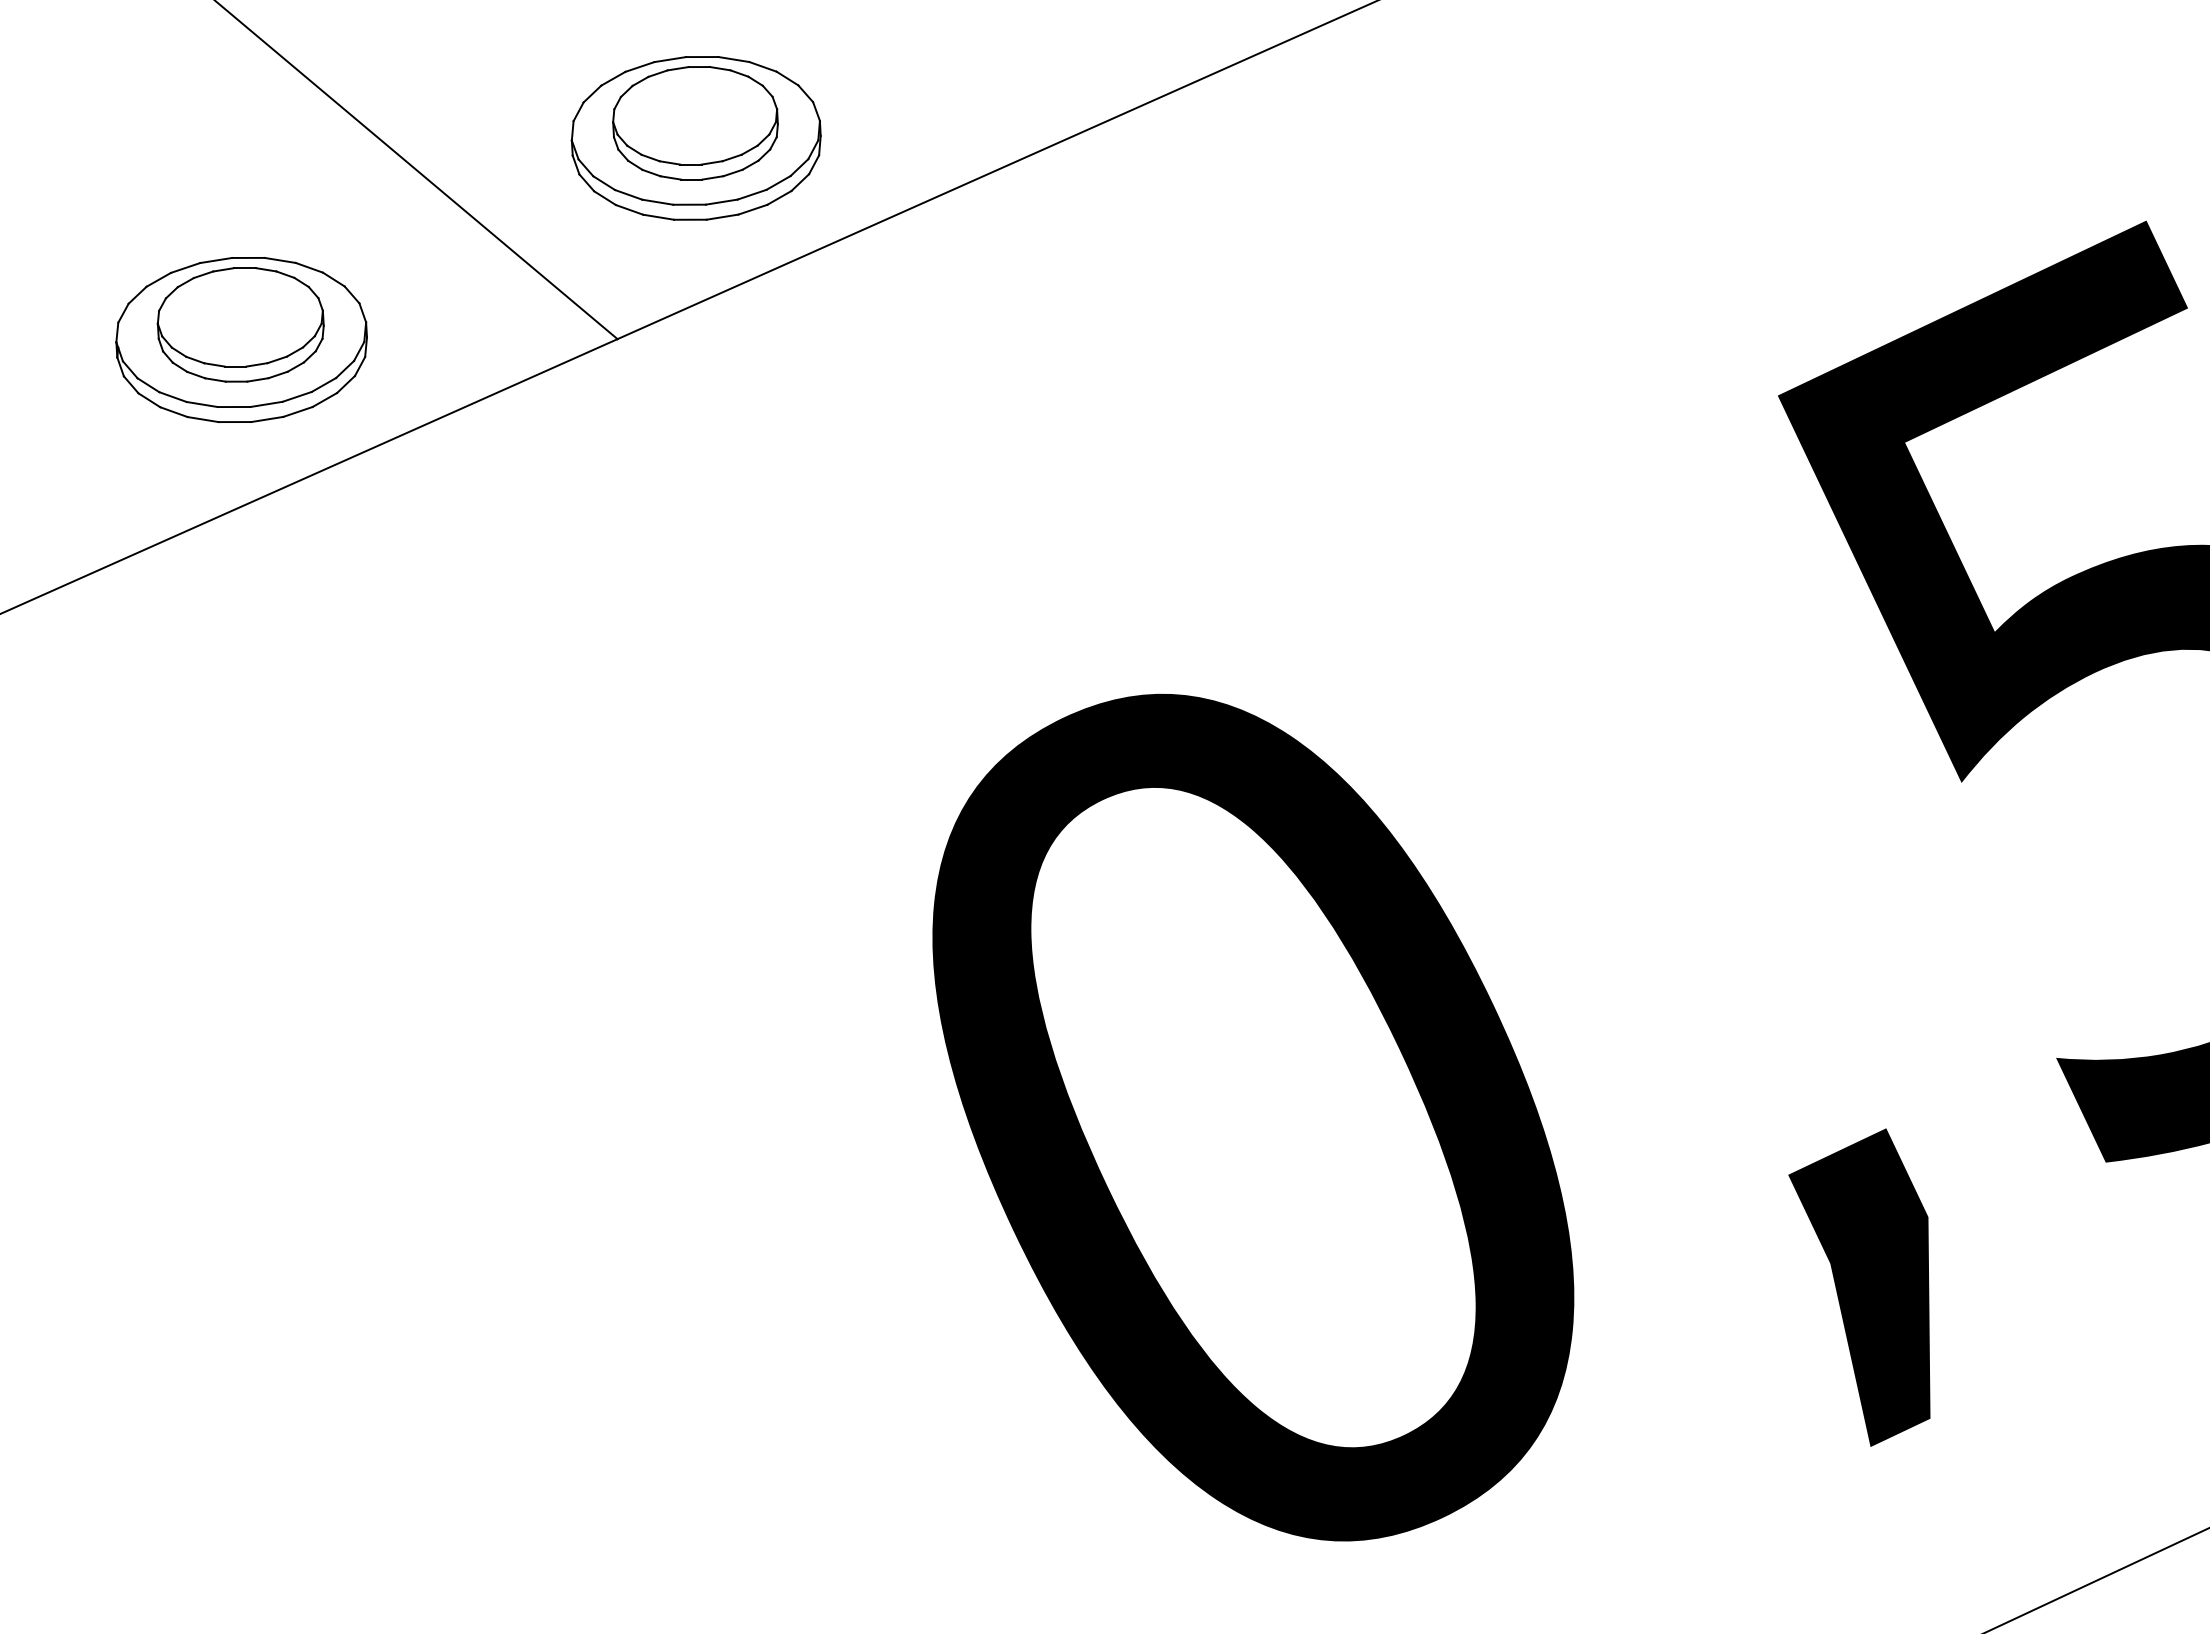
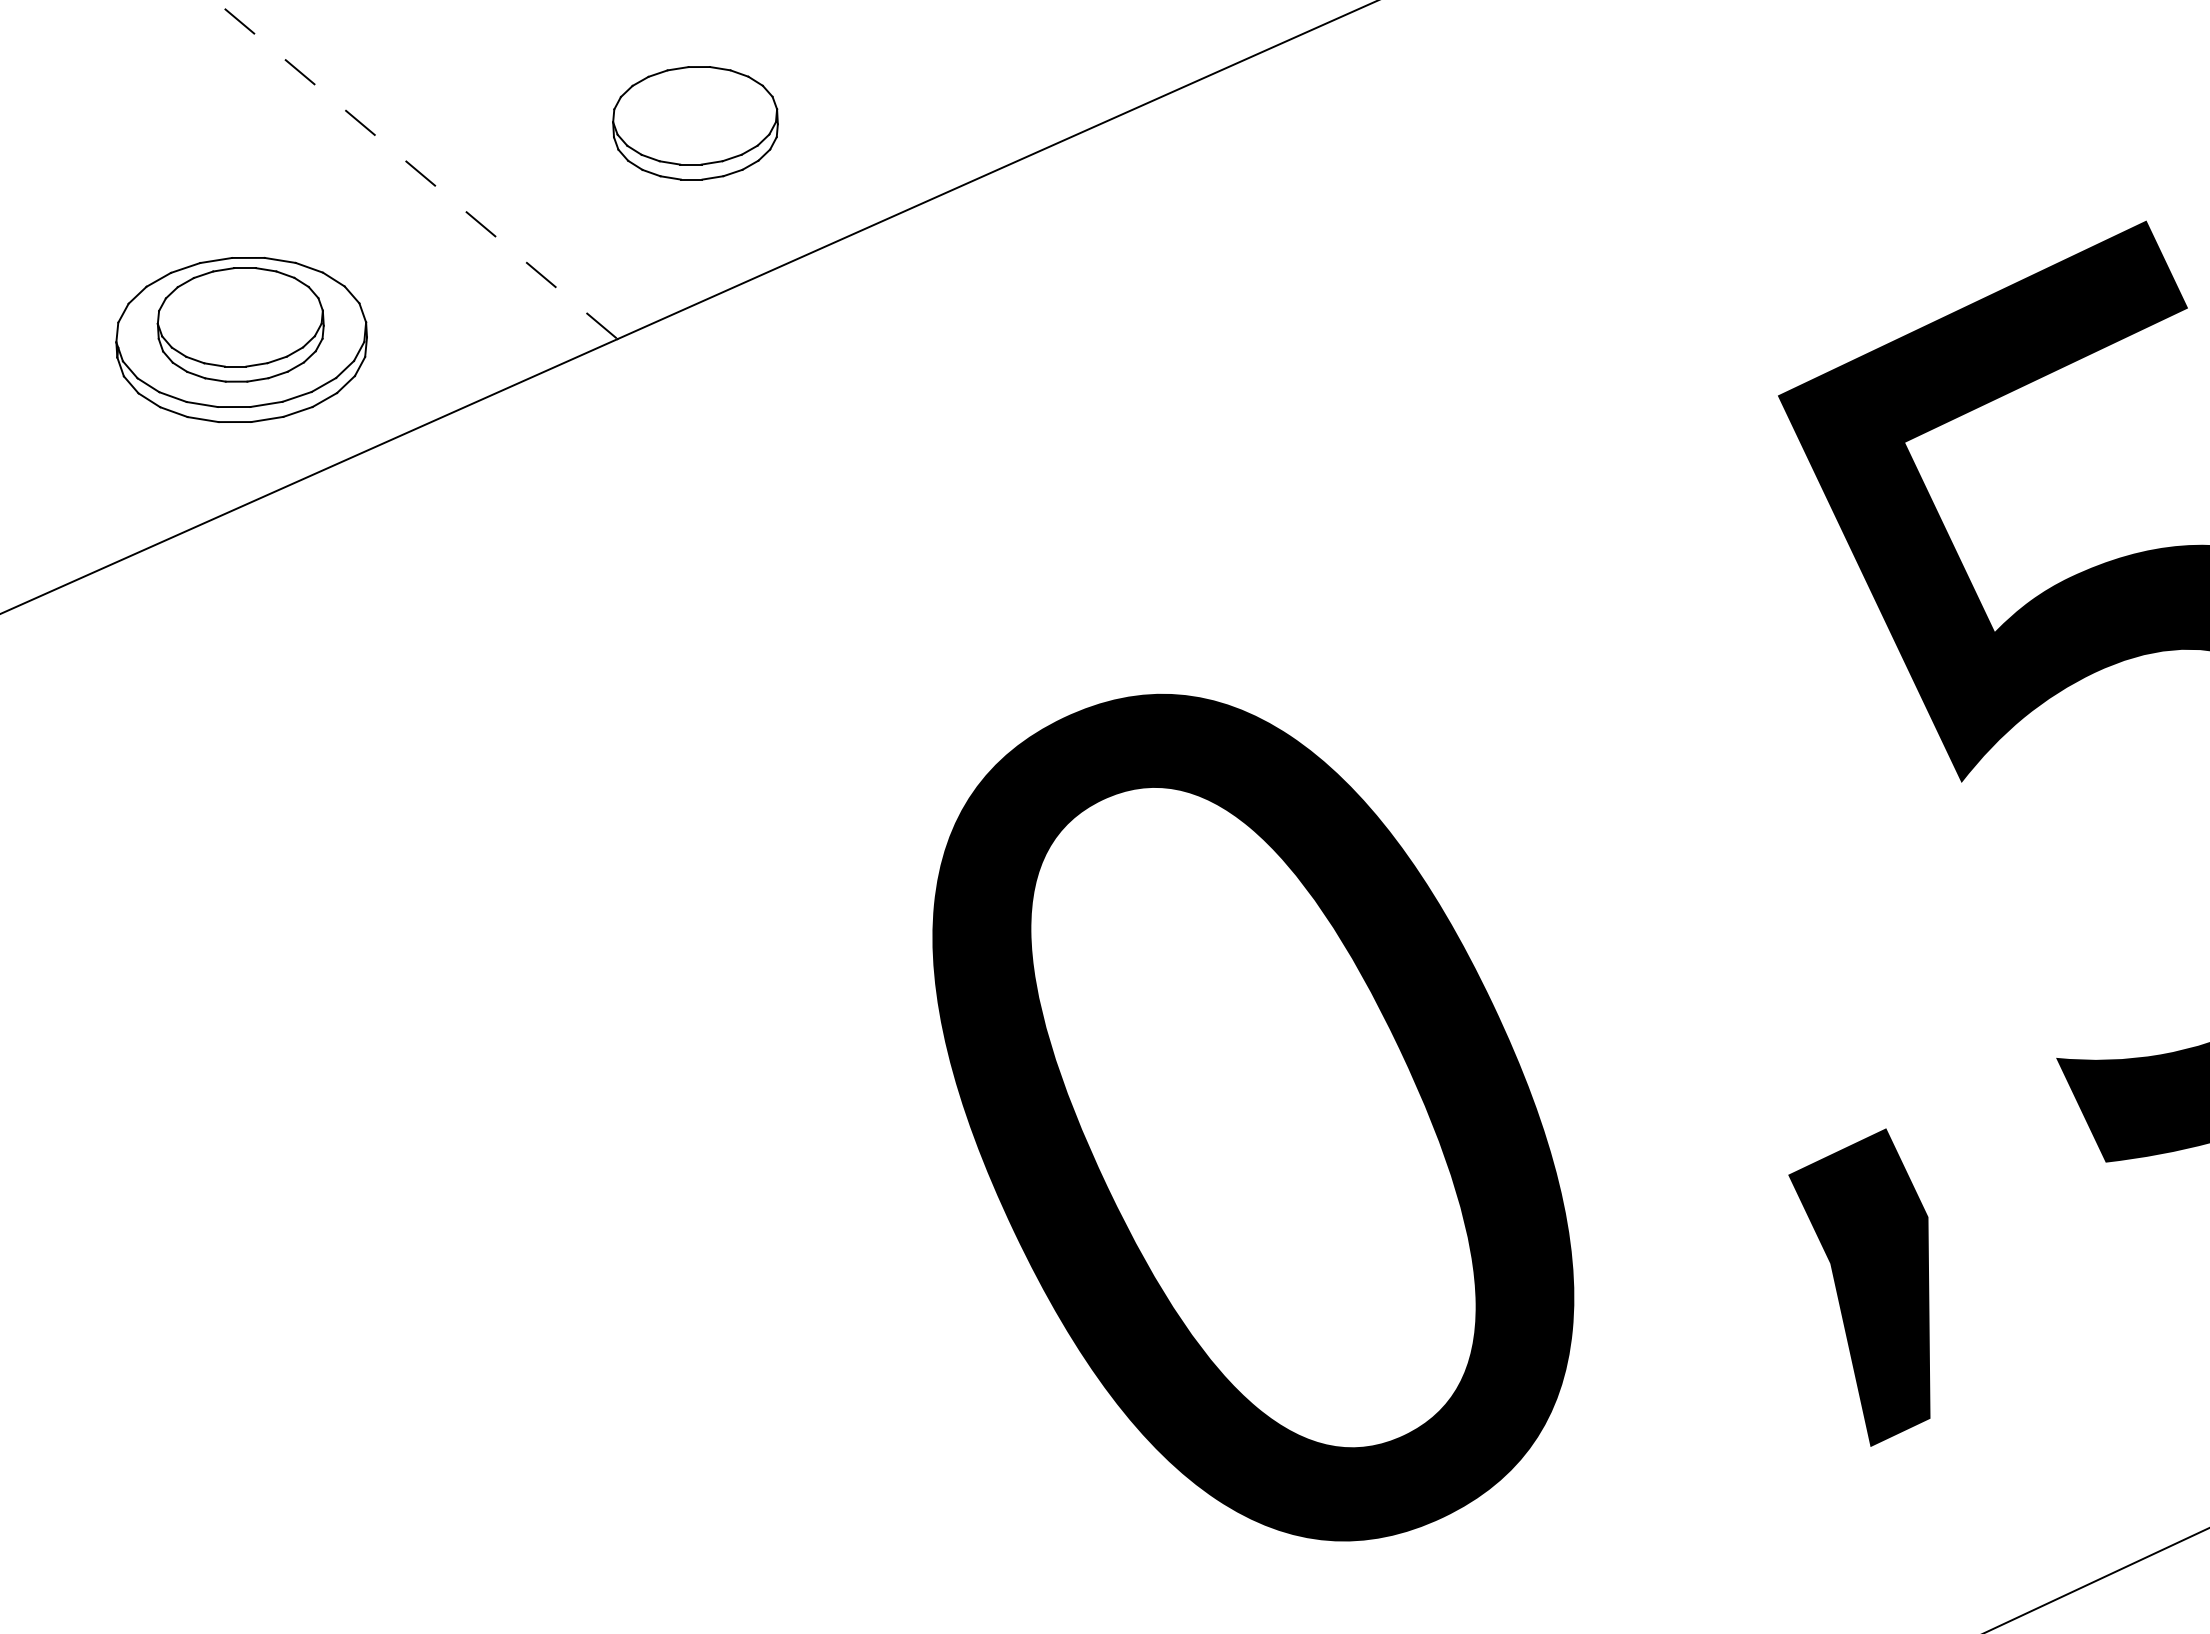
part at (695, 138): present -> none
line at (416, 169): solid -> dashed
